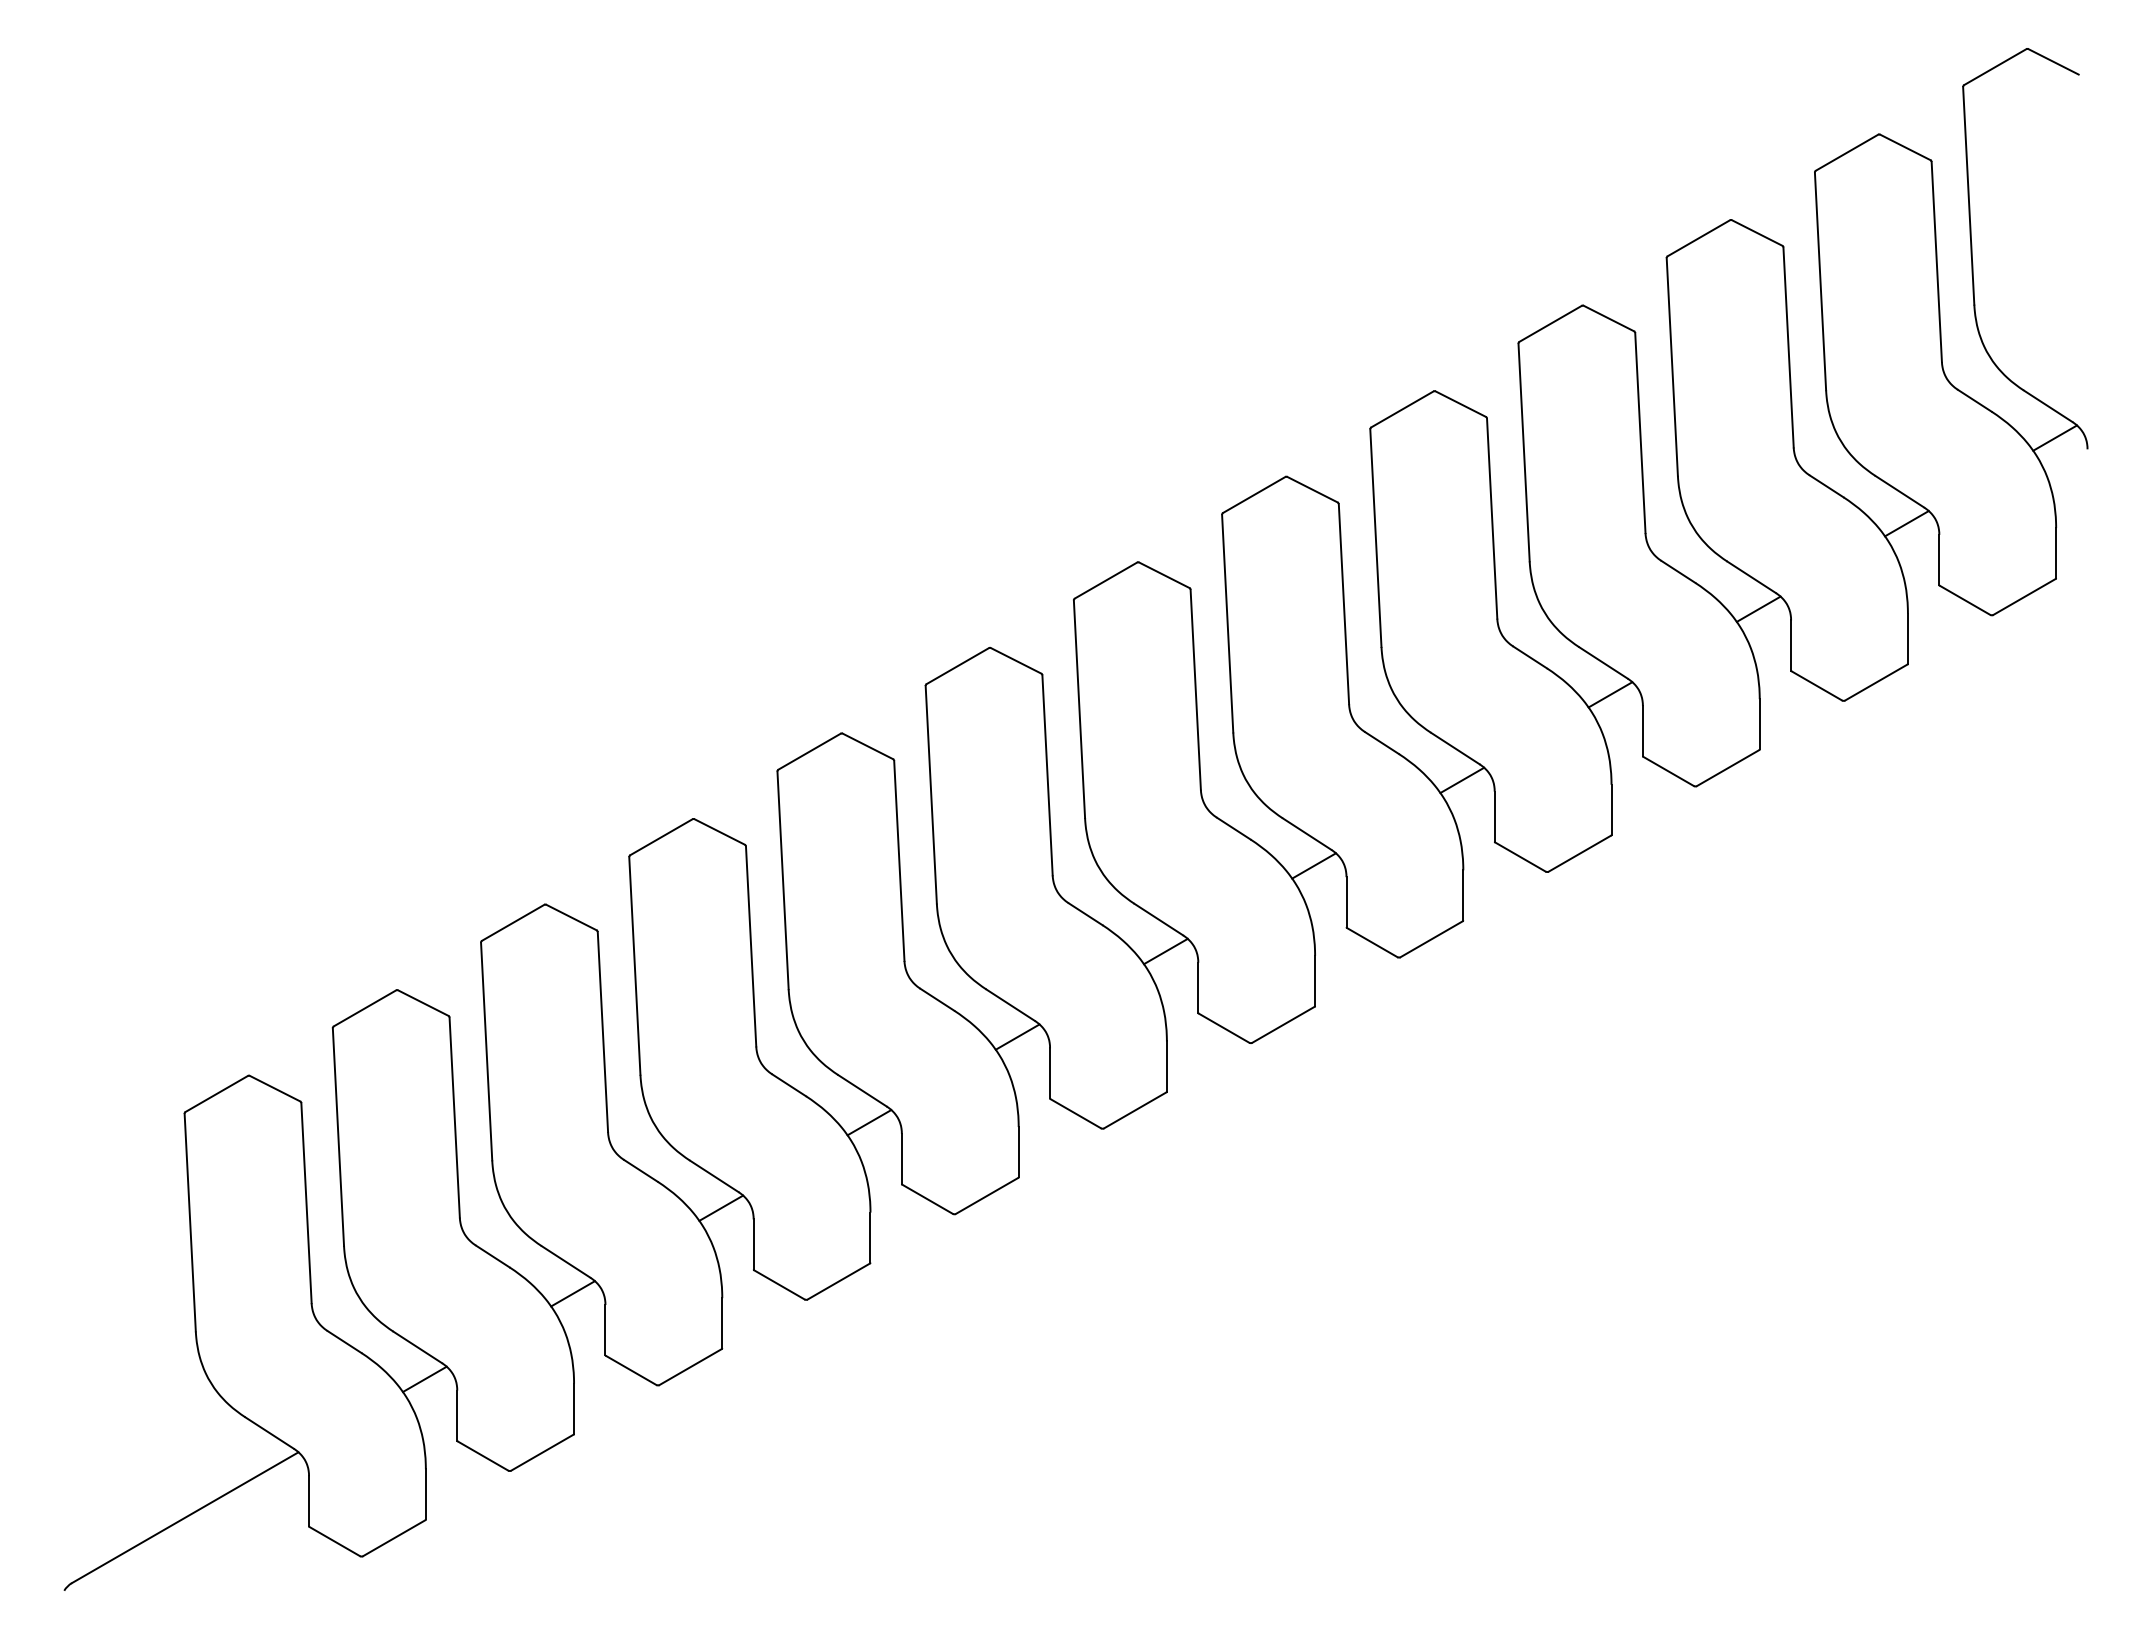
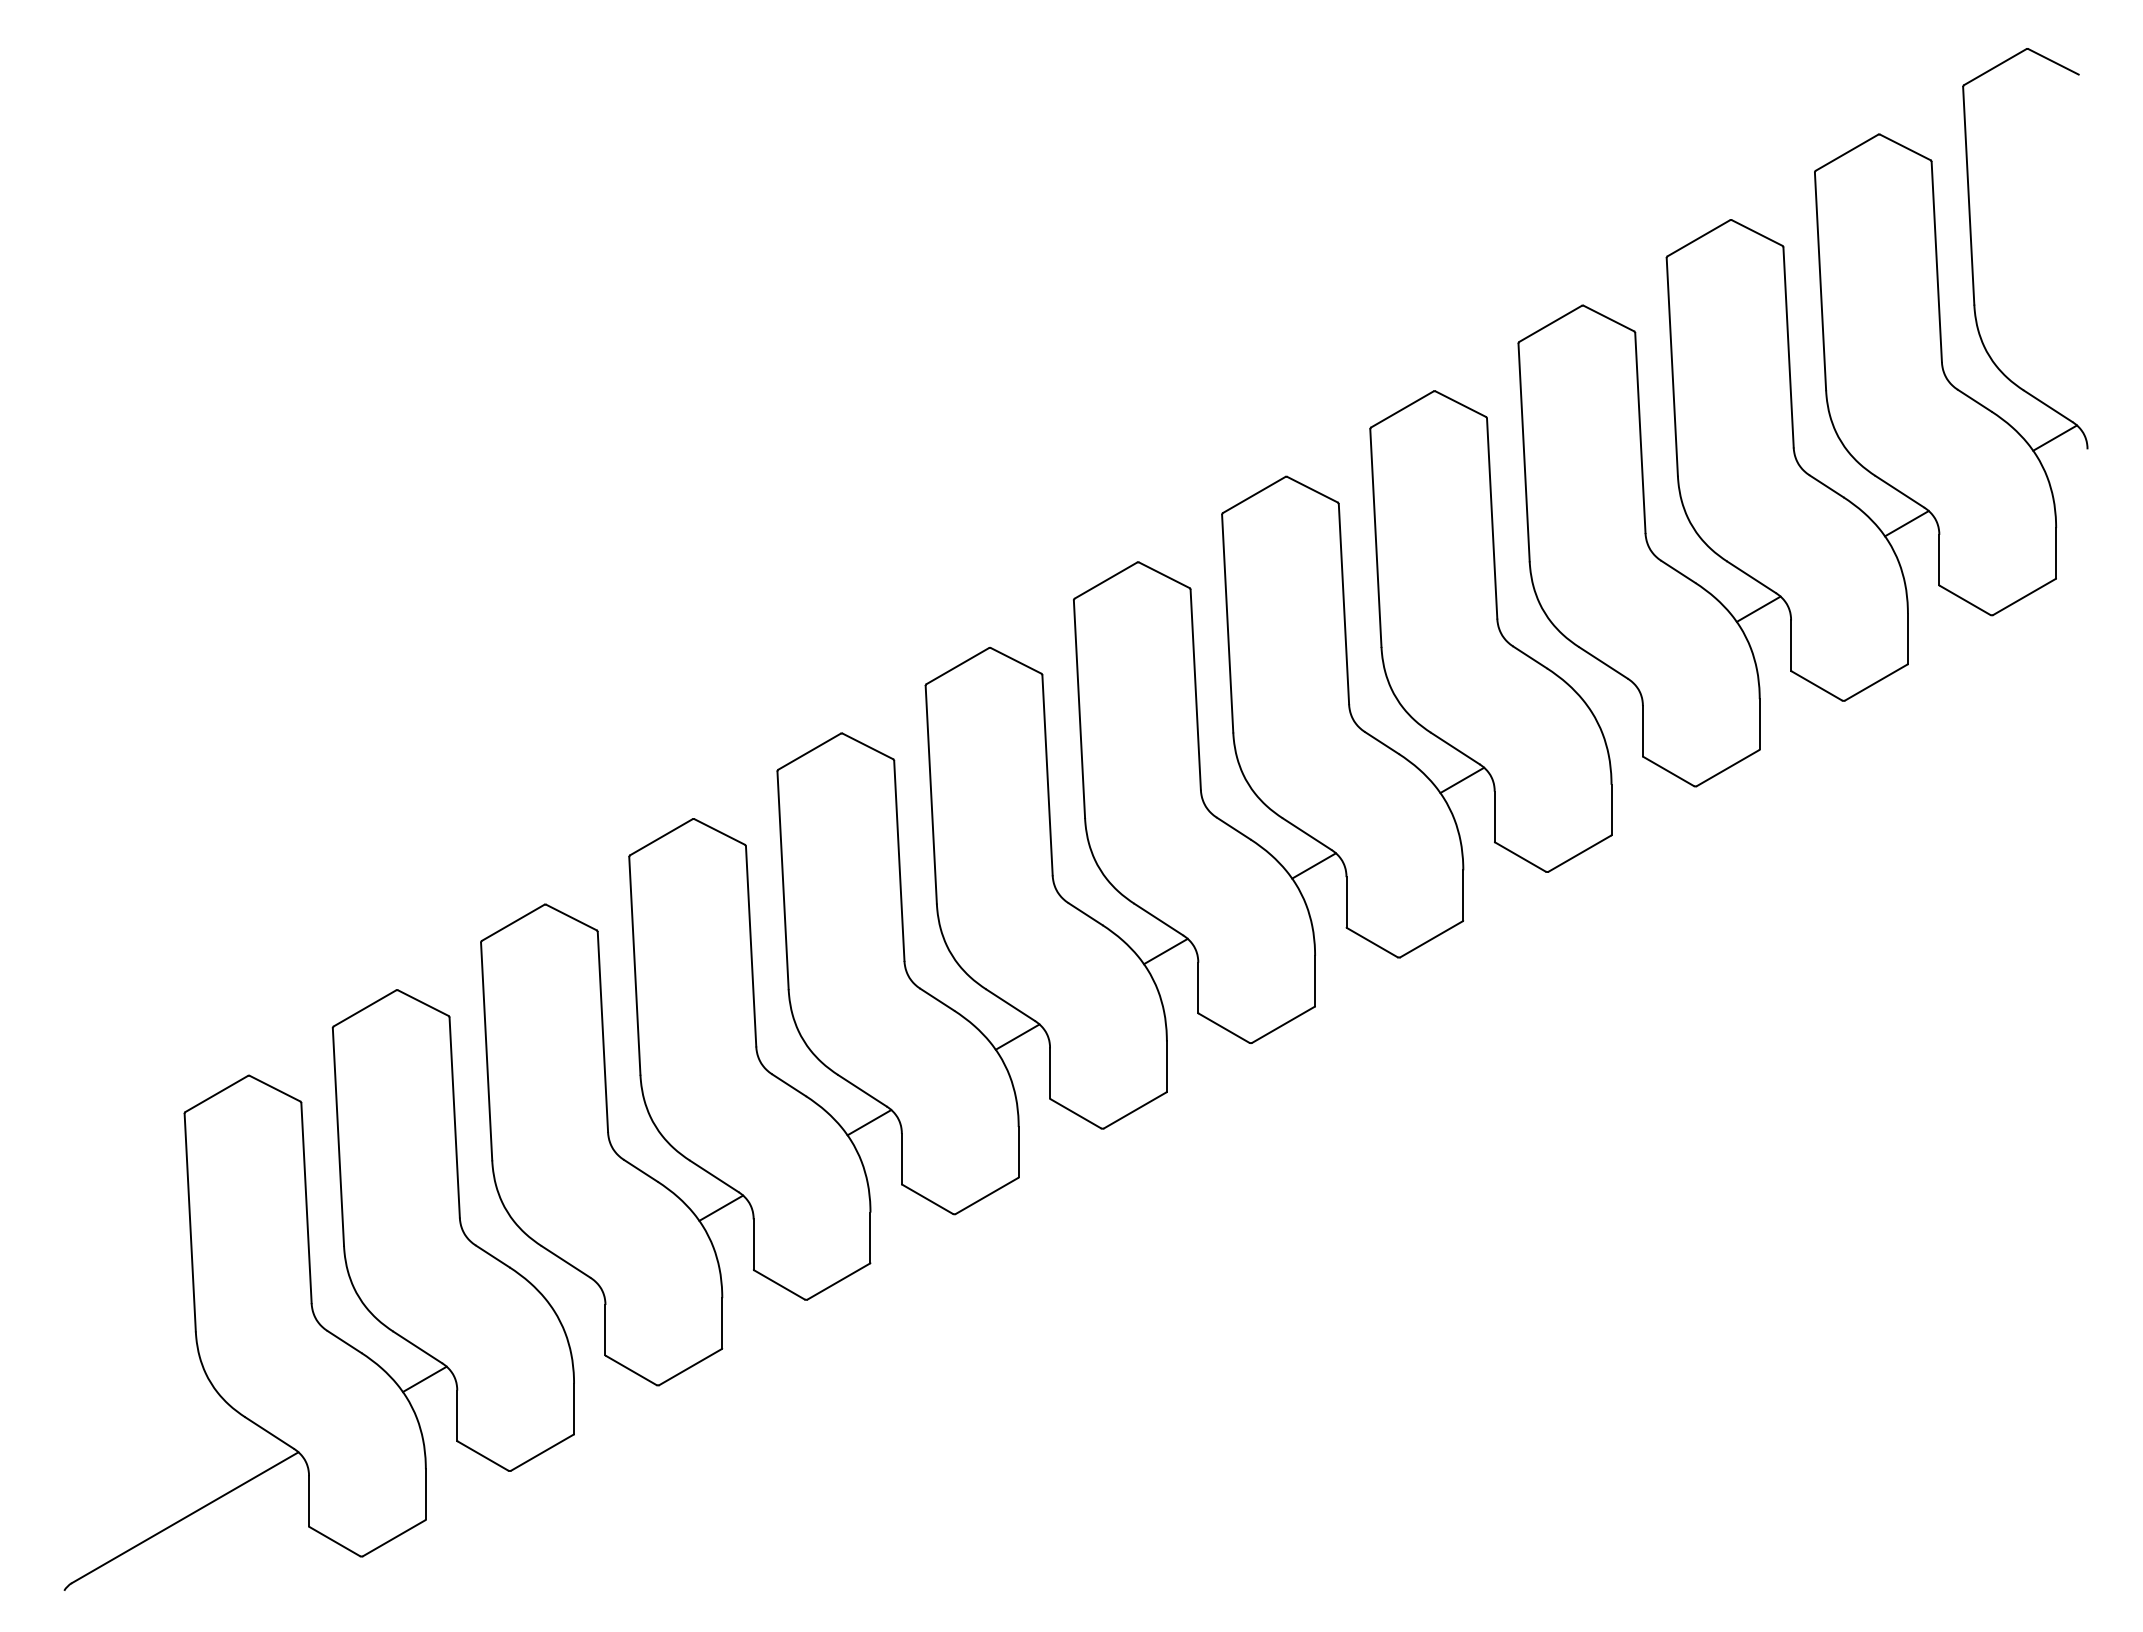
line at (1610, 694): present -> none
line at (572, 1293): present -> none
